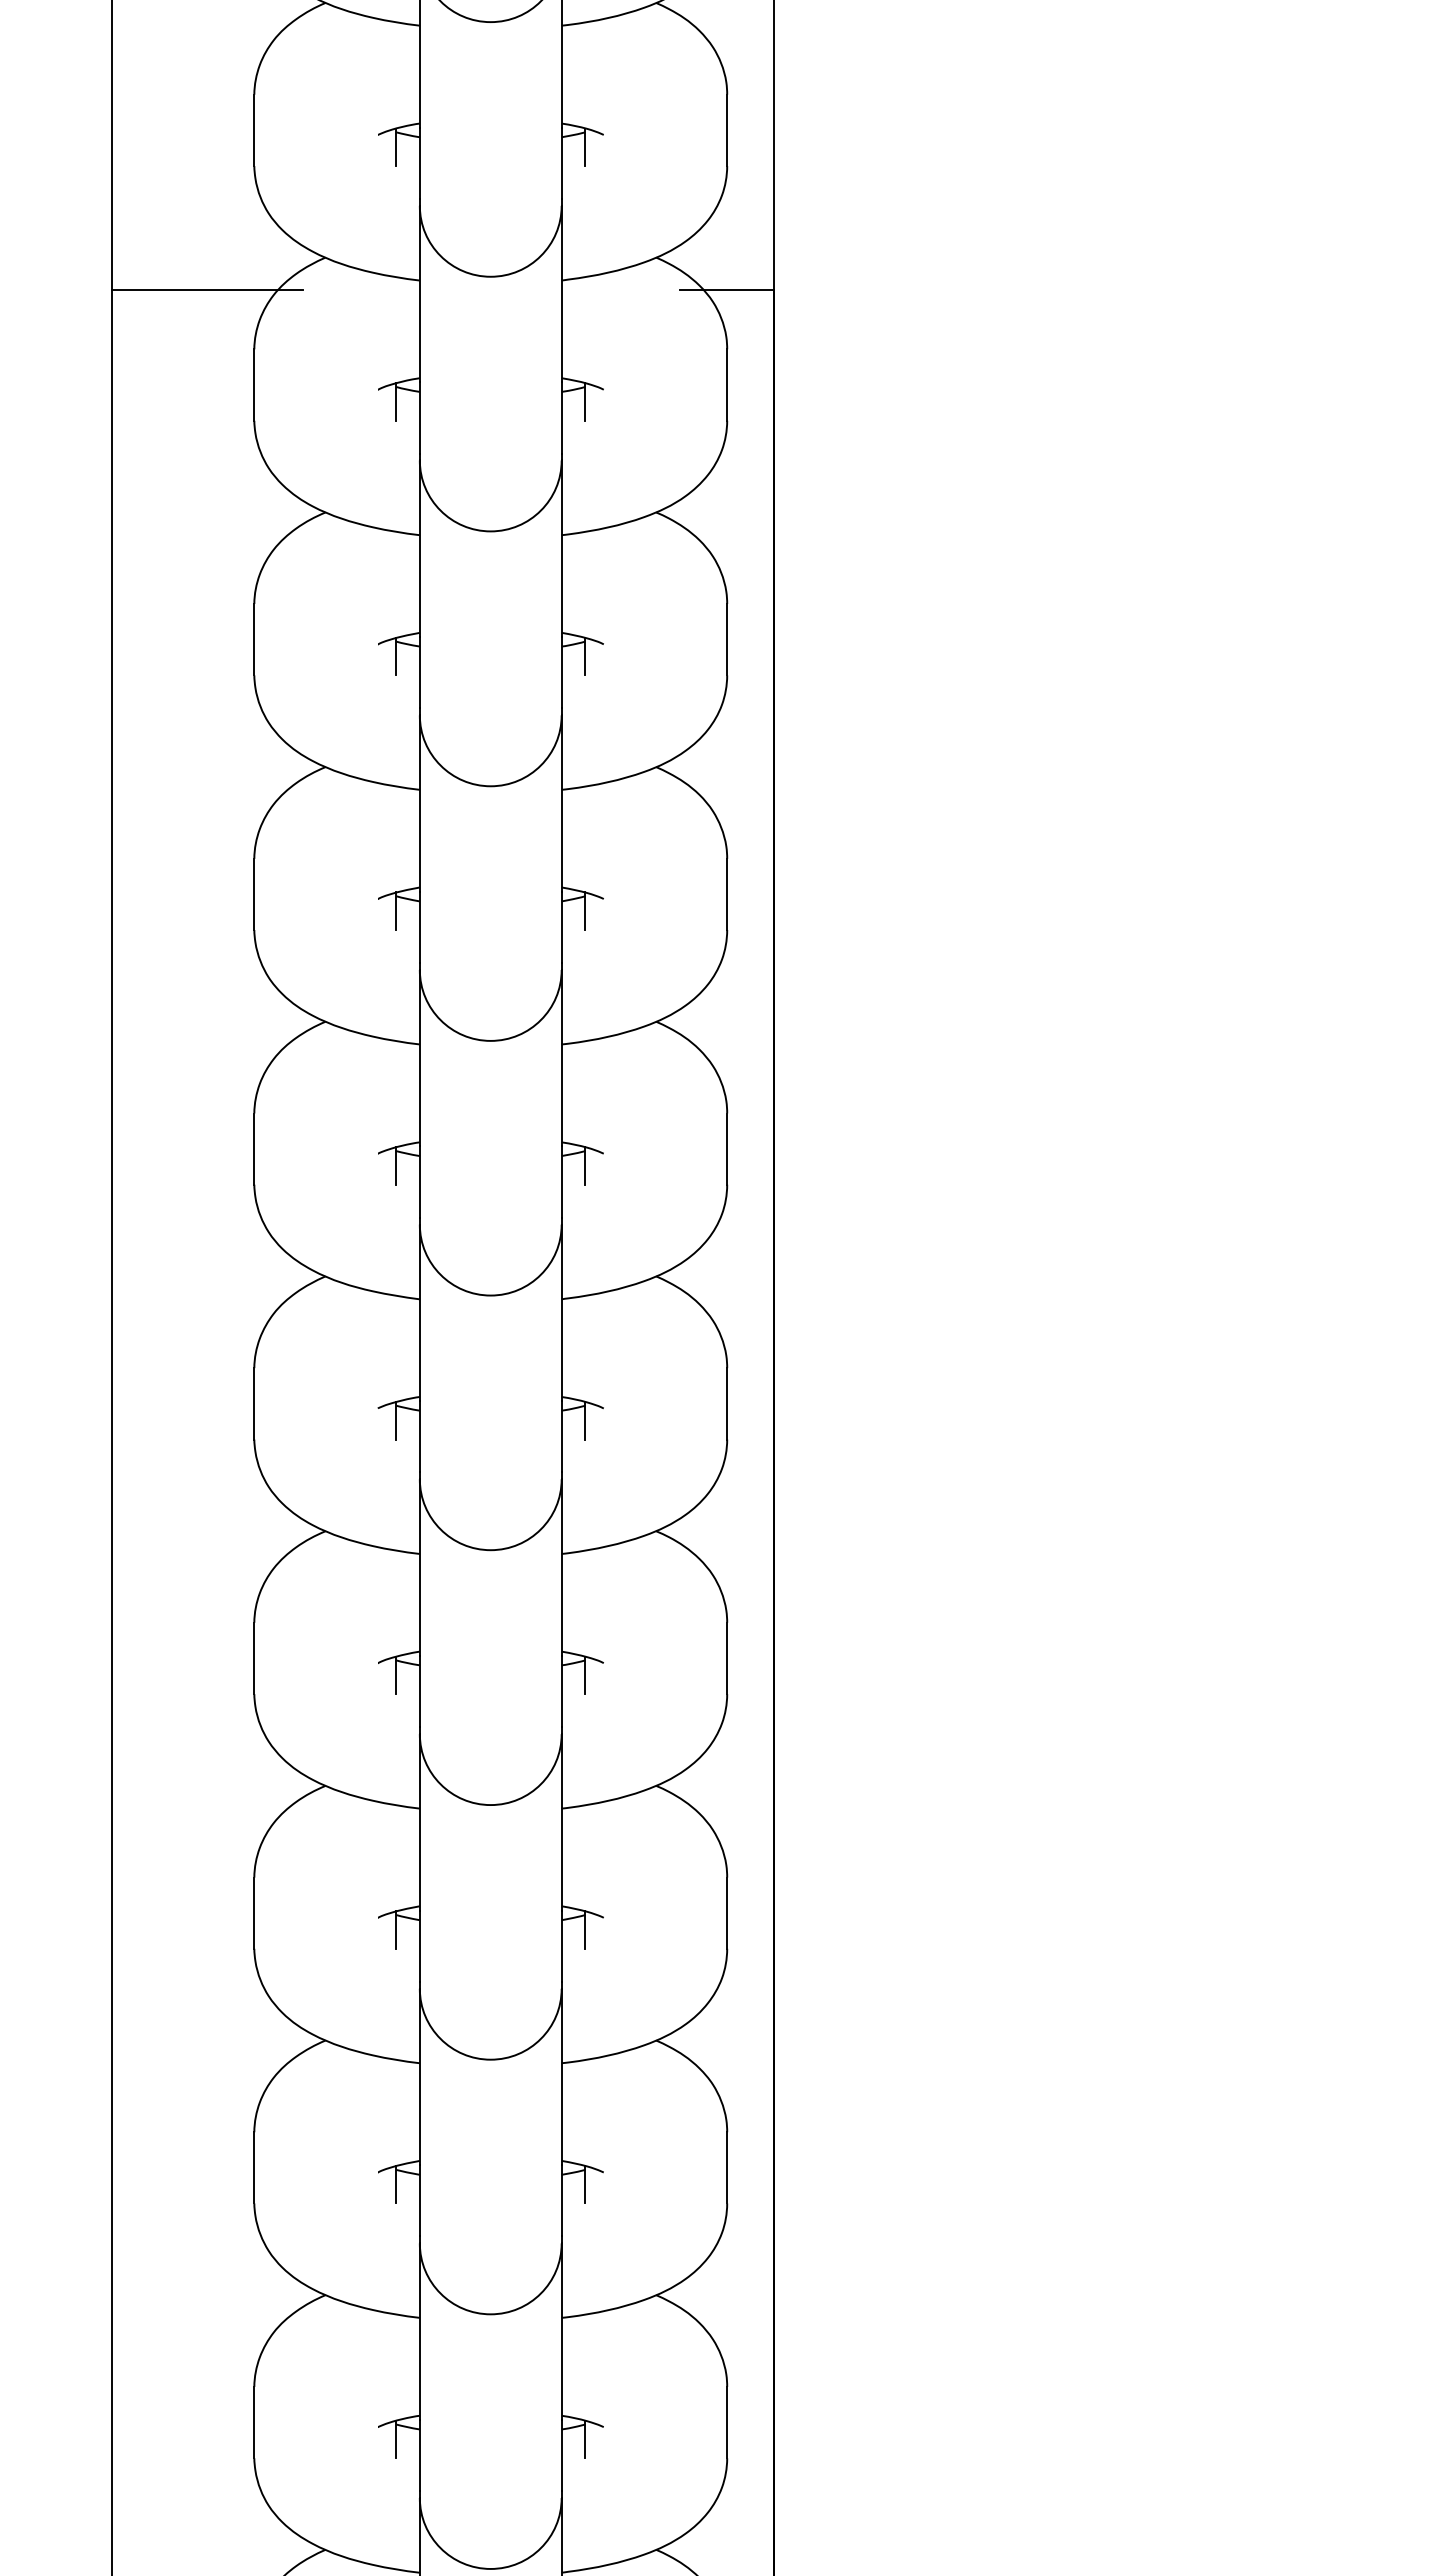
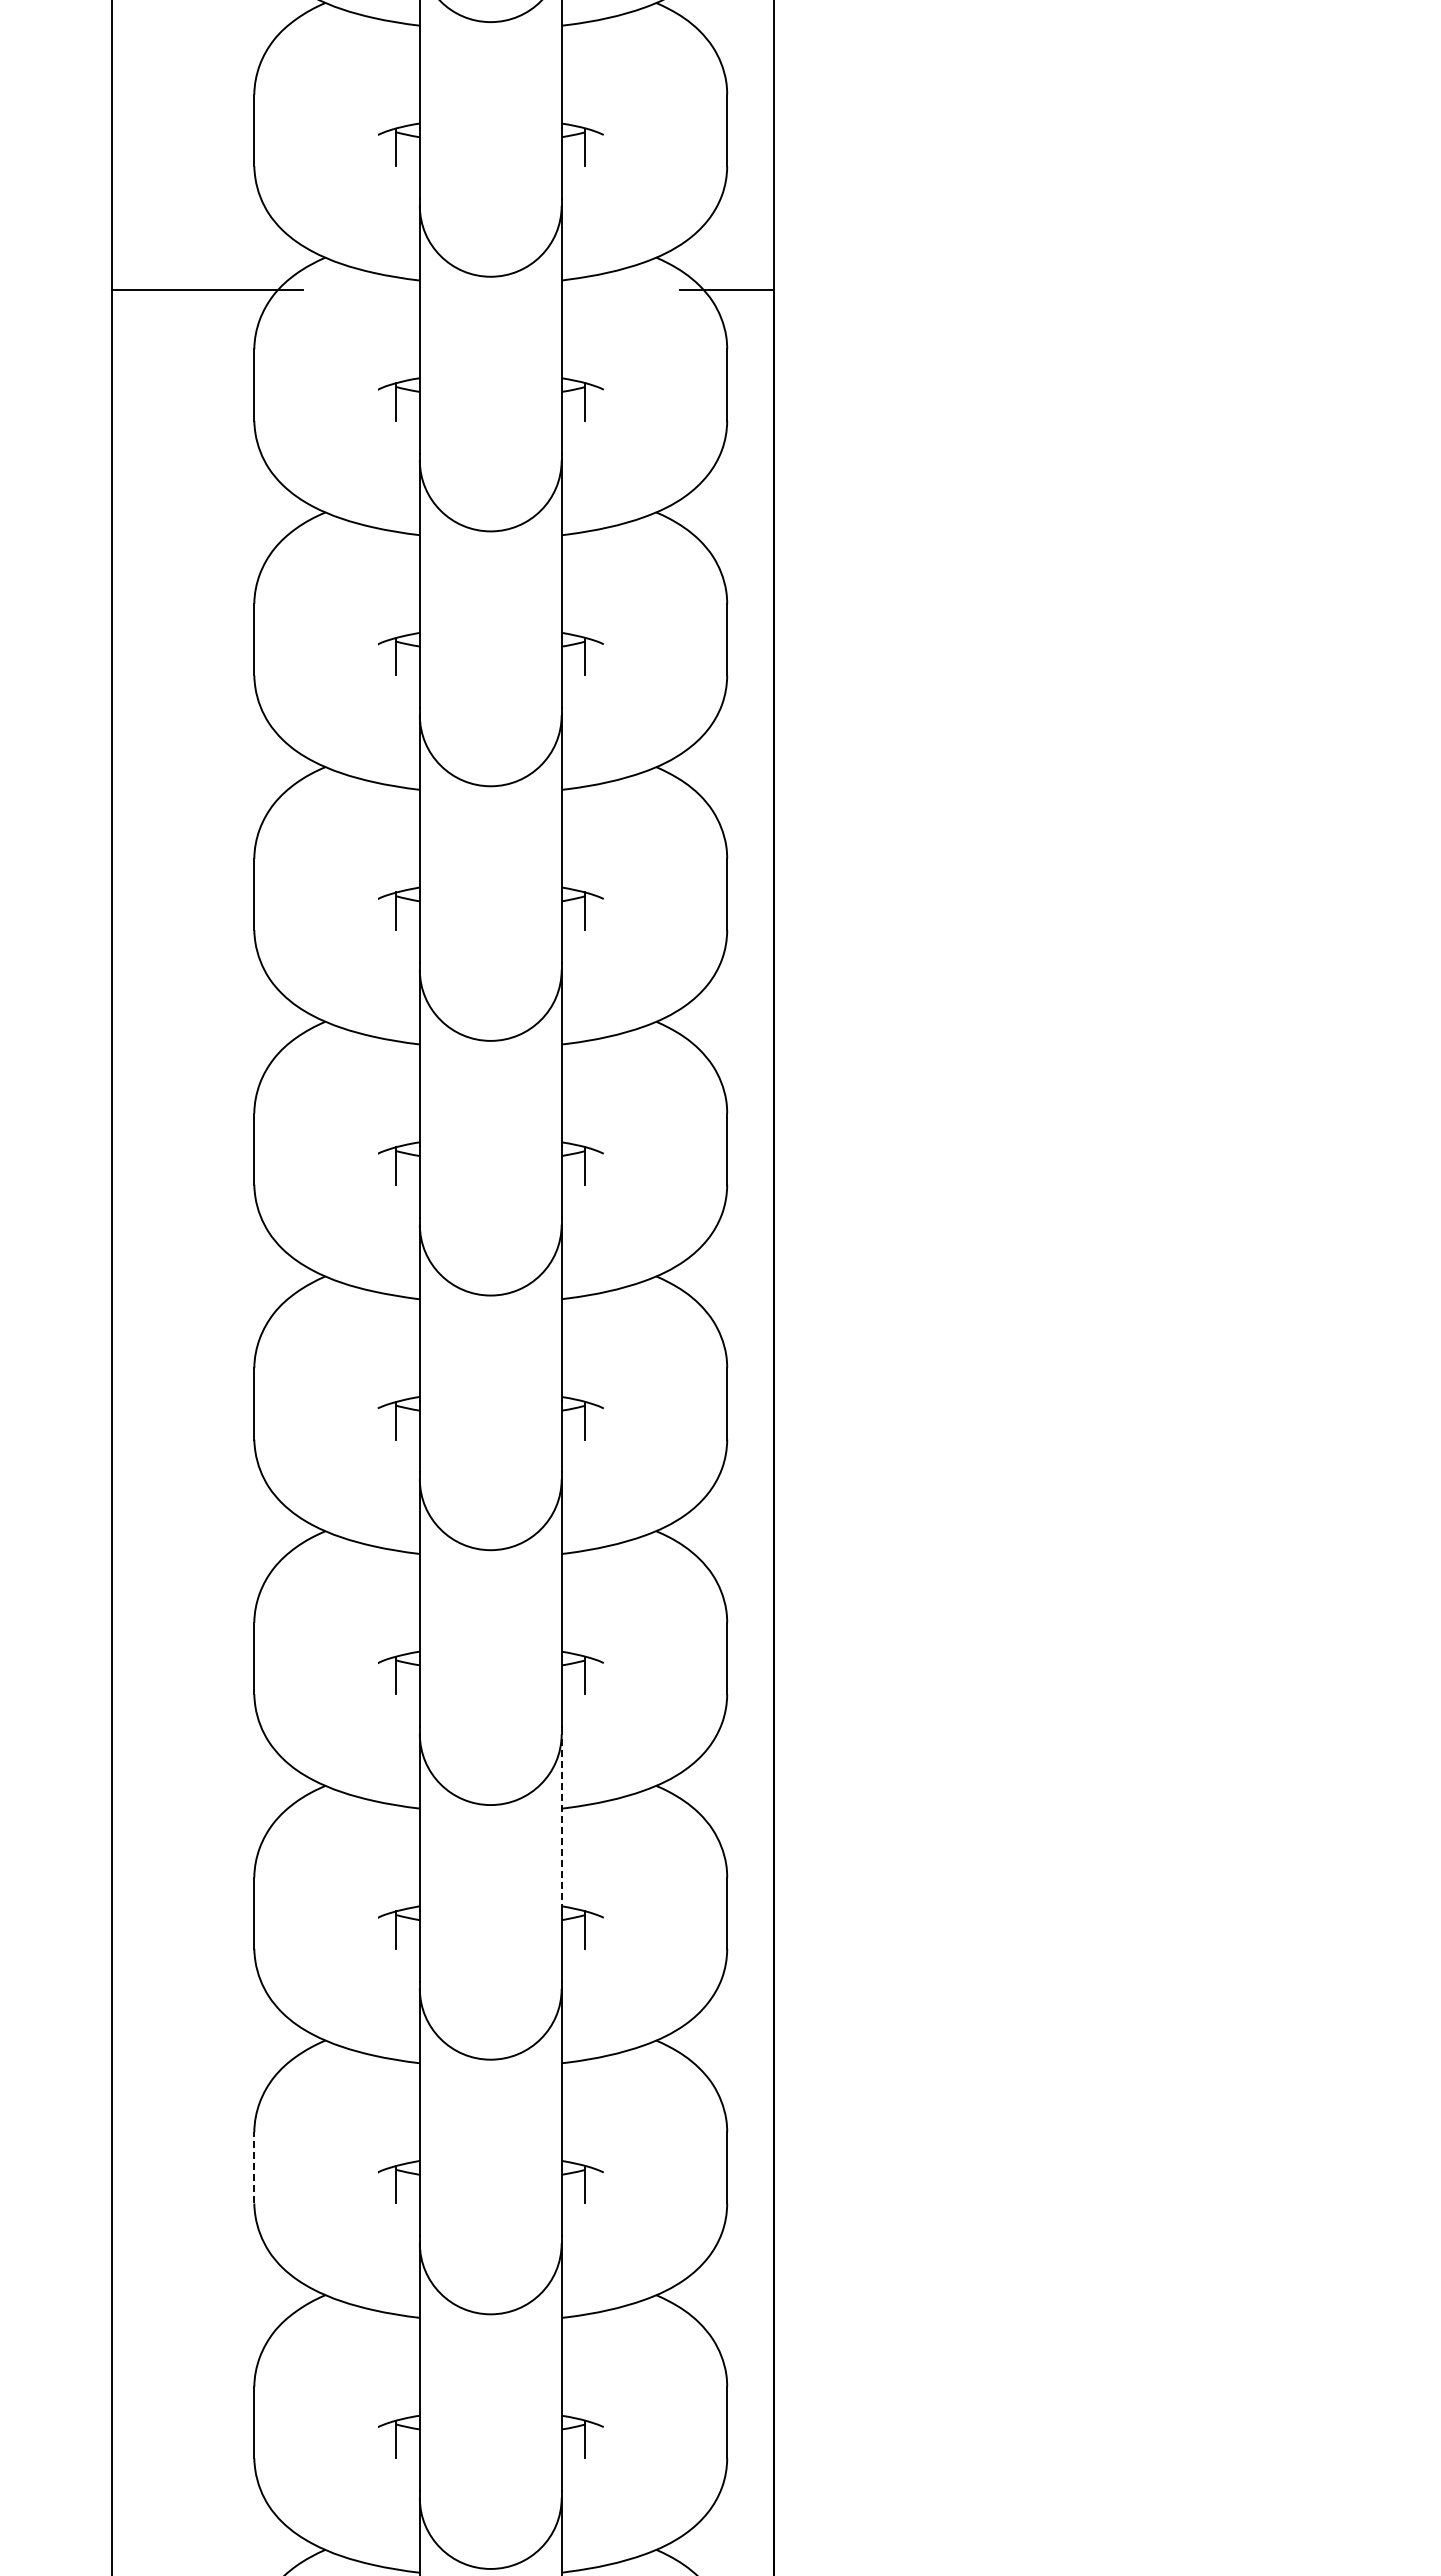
line at (561, 1821): solid -> dashed
line at (254, 2167): solid -> dashed
